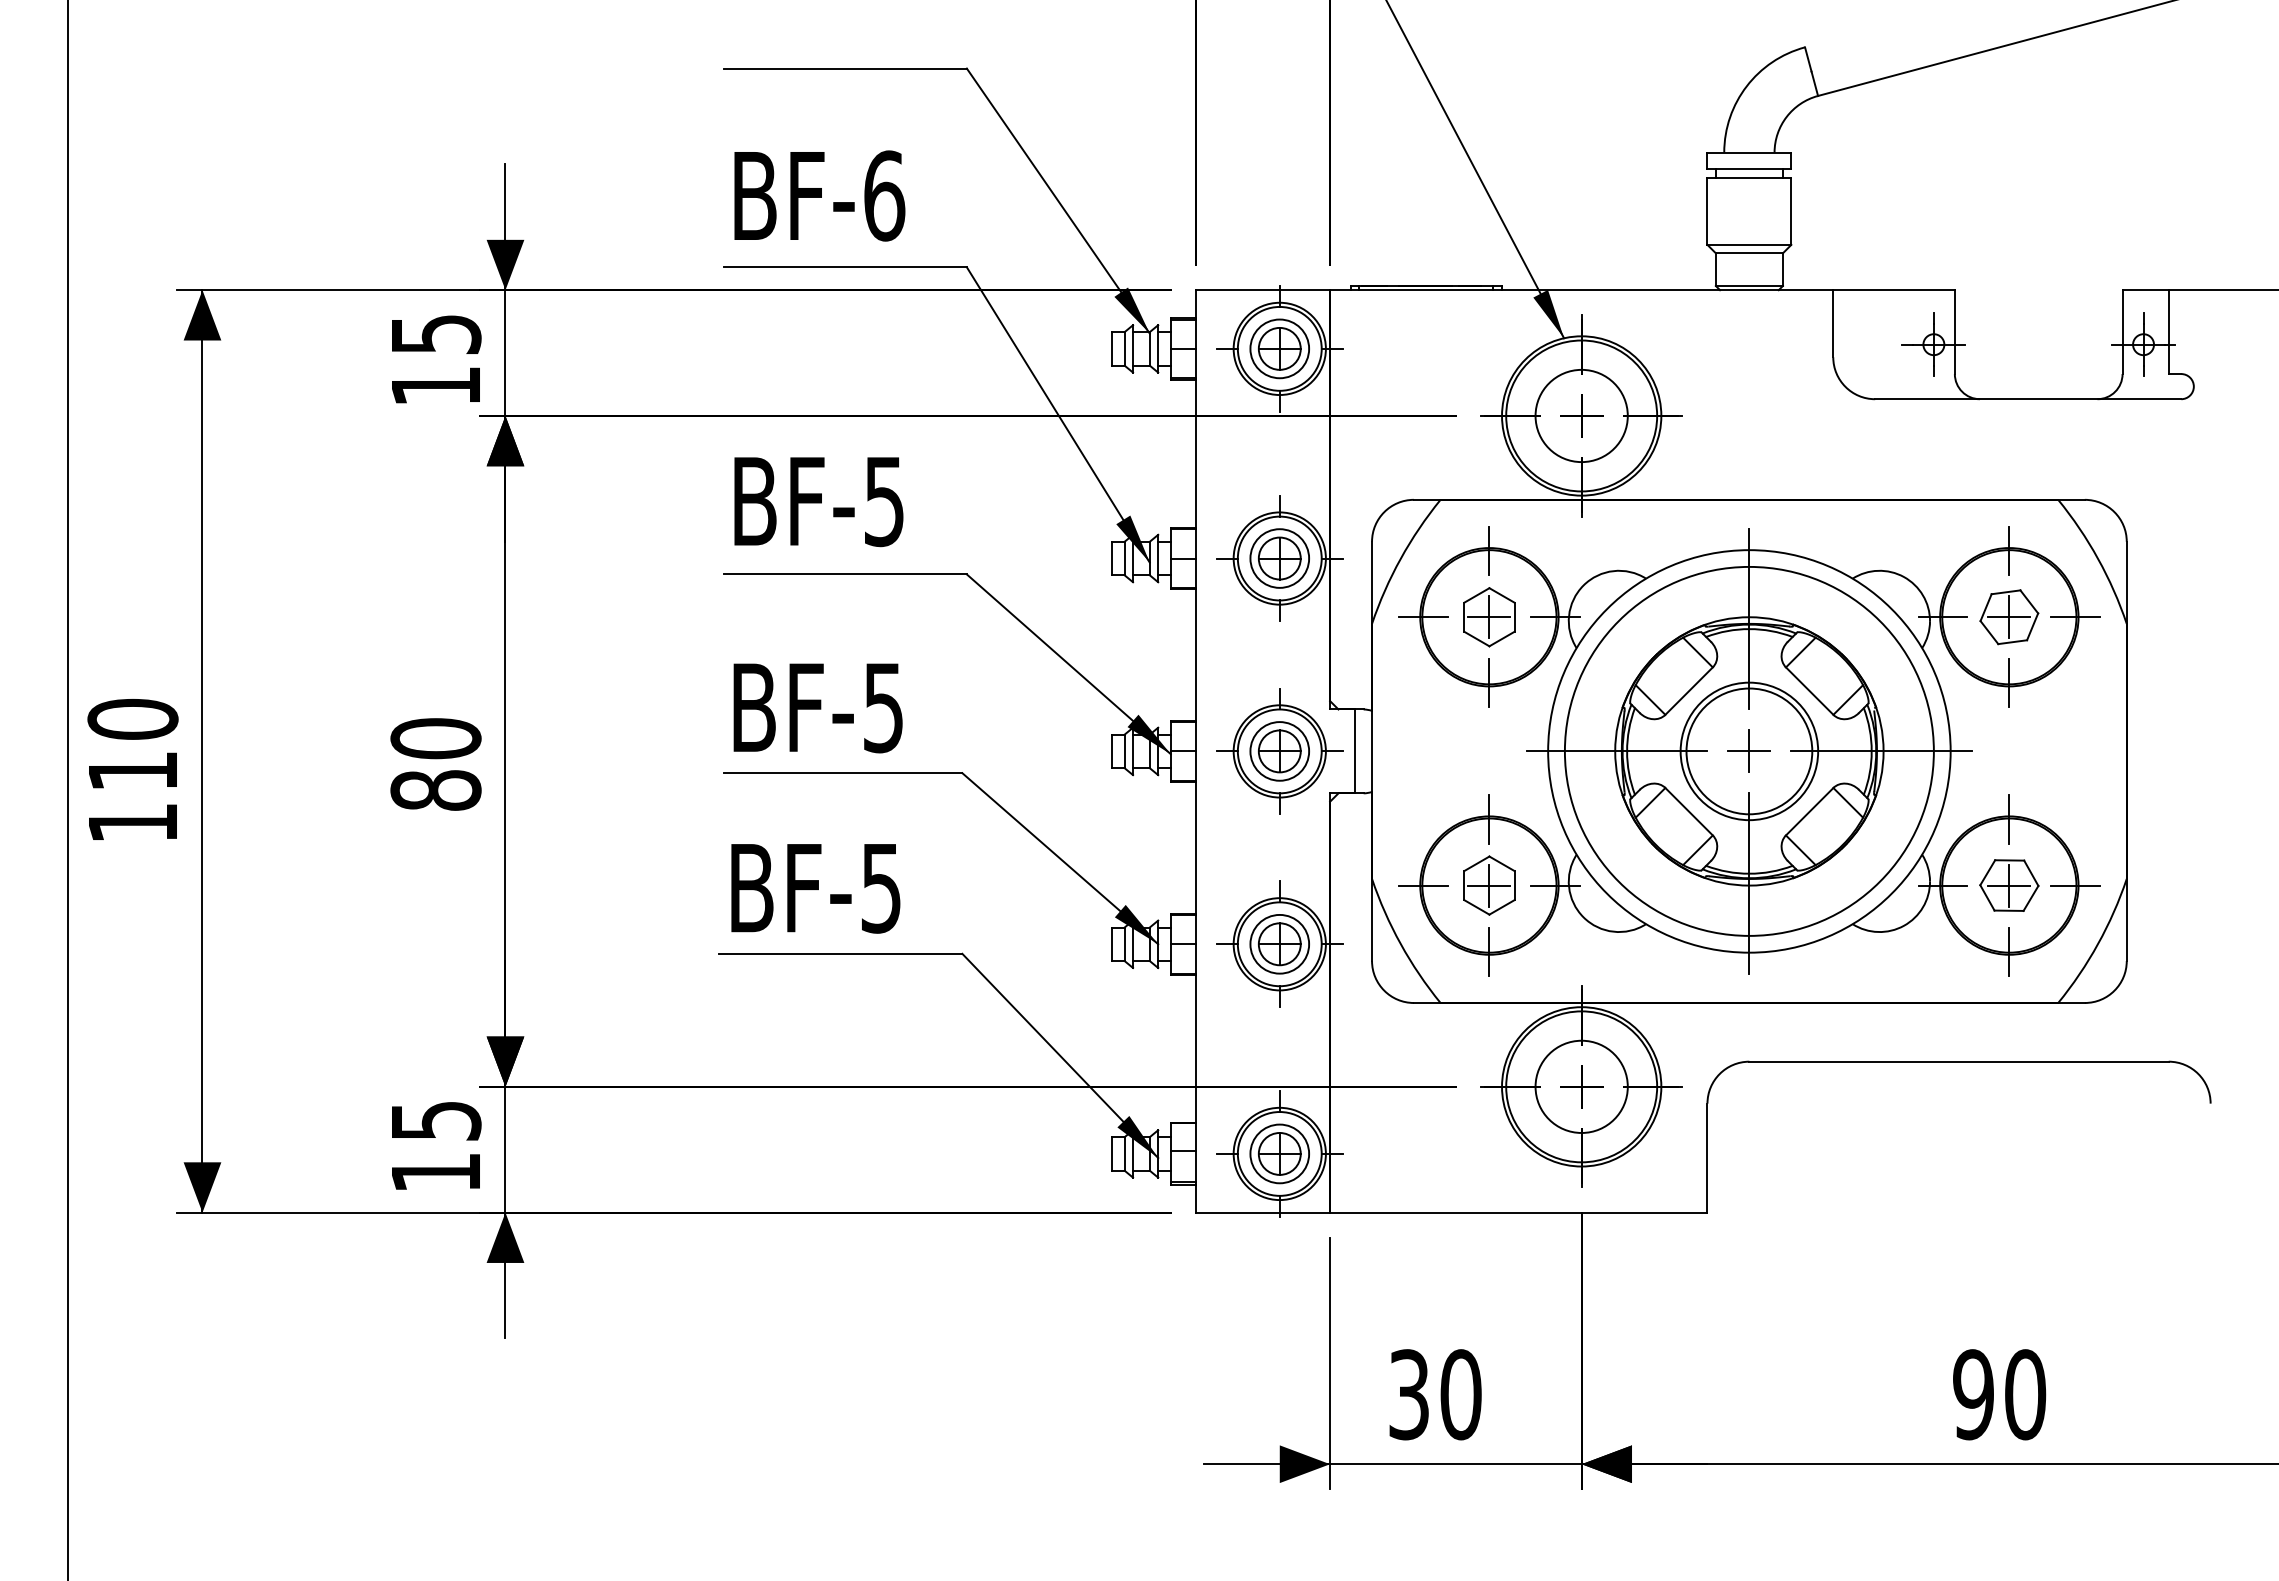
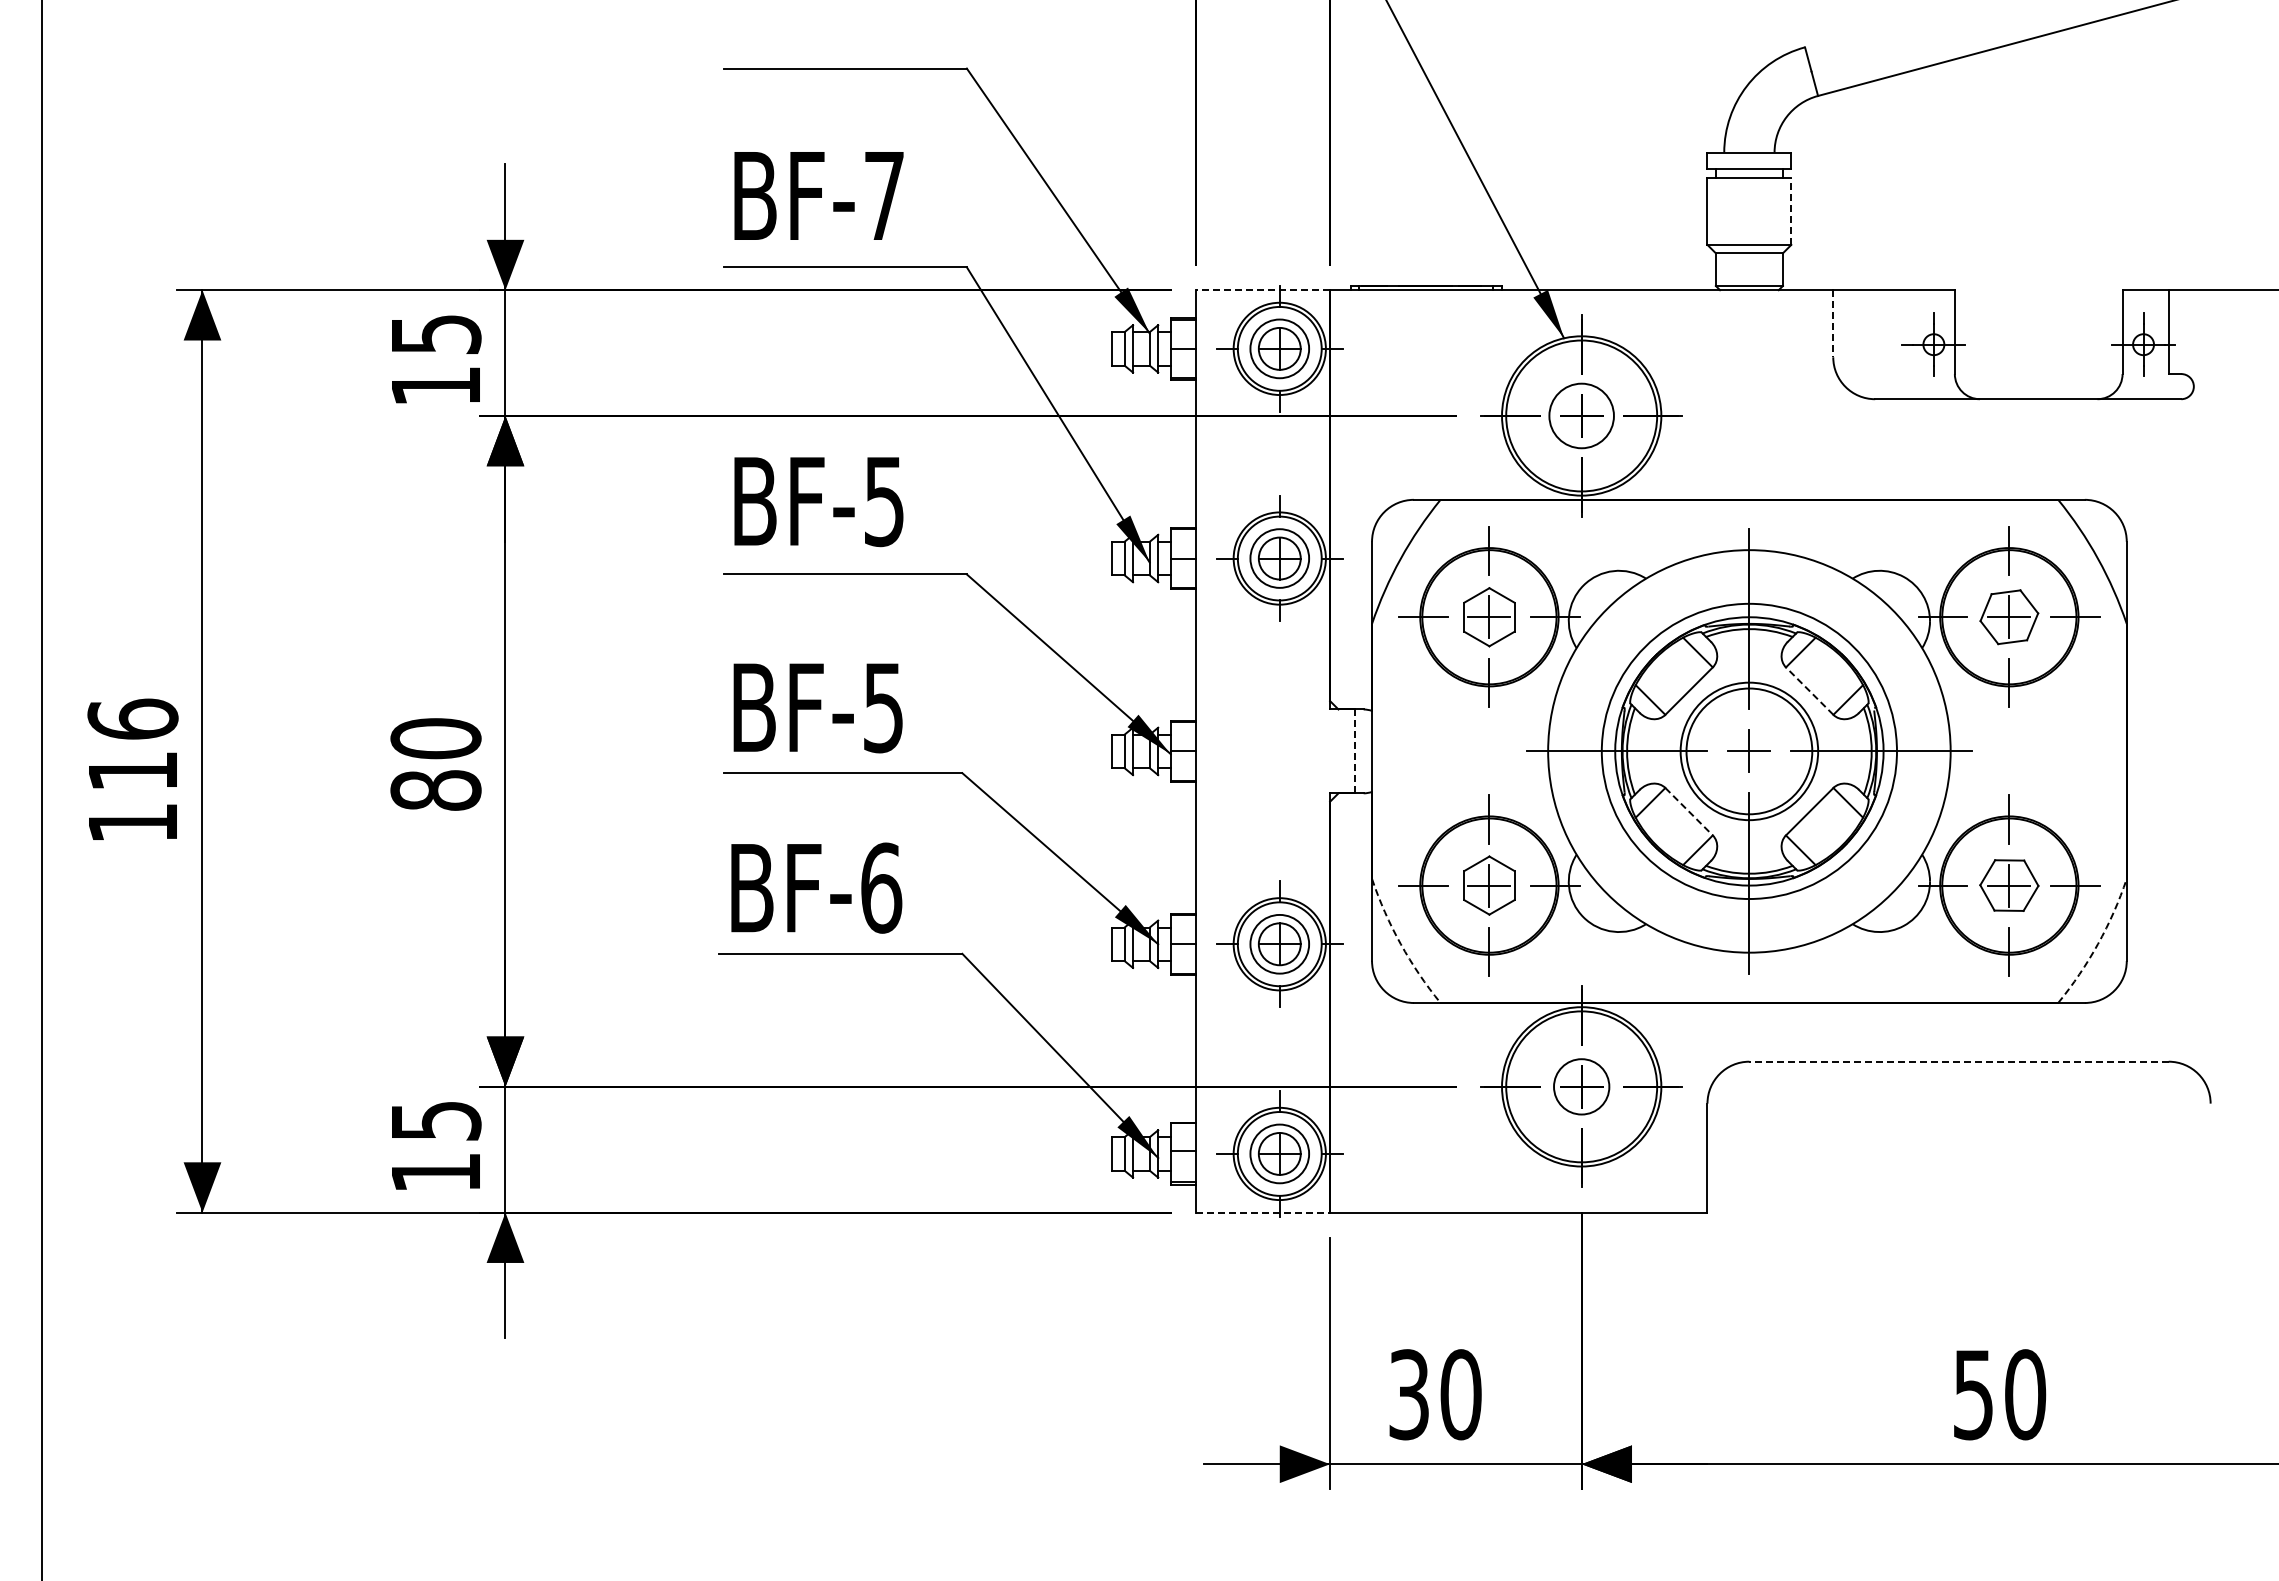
text at (884, 195): BF-6 -> BF-7
line at (1791, 211): solid -> dashed
line at (1262, 290): solid -> dashed
line at (1833, 323): solid -> dashed
circle at (1581, 415) diameter: 92 px -> 65 px
line at (1809, 691): solid -> dashed
text at (132, 718): 110 -> 116
circle at (1748, 750) diameter: 369 px -> 295 px
part at (1279, 751): present -> none
line at (1355, 751): solid -> dashed
line at (68, 789) position: (68, 789) -> (42, 789)
line at (1689, 811): solid -> dashed
text at (881, 887): BF-5 -> BF-6
arc at (1400, 944): solid -> dashed
arc at (2098, 944): solid -> dashed
line at (1959, 1061): solid -> dashed
circle at (1581, 1086) diameter: 92 px -> 55 px
line at (1263, 1212): solid -> dashed
text at (1973, 1394): 90 -> 50
